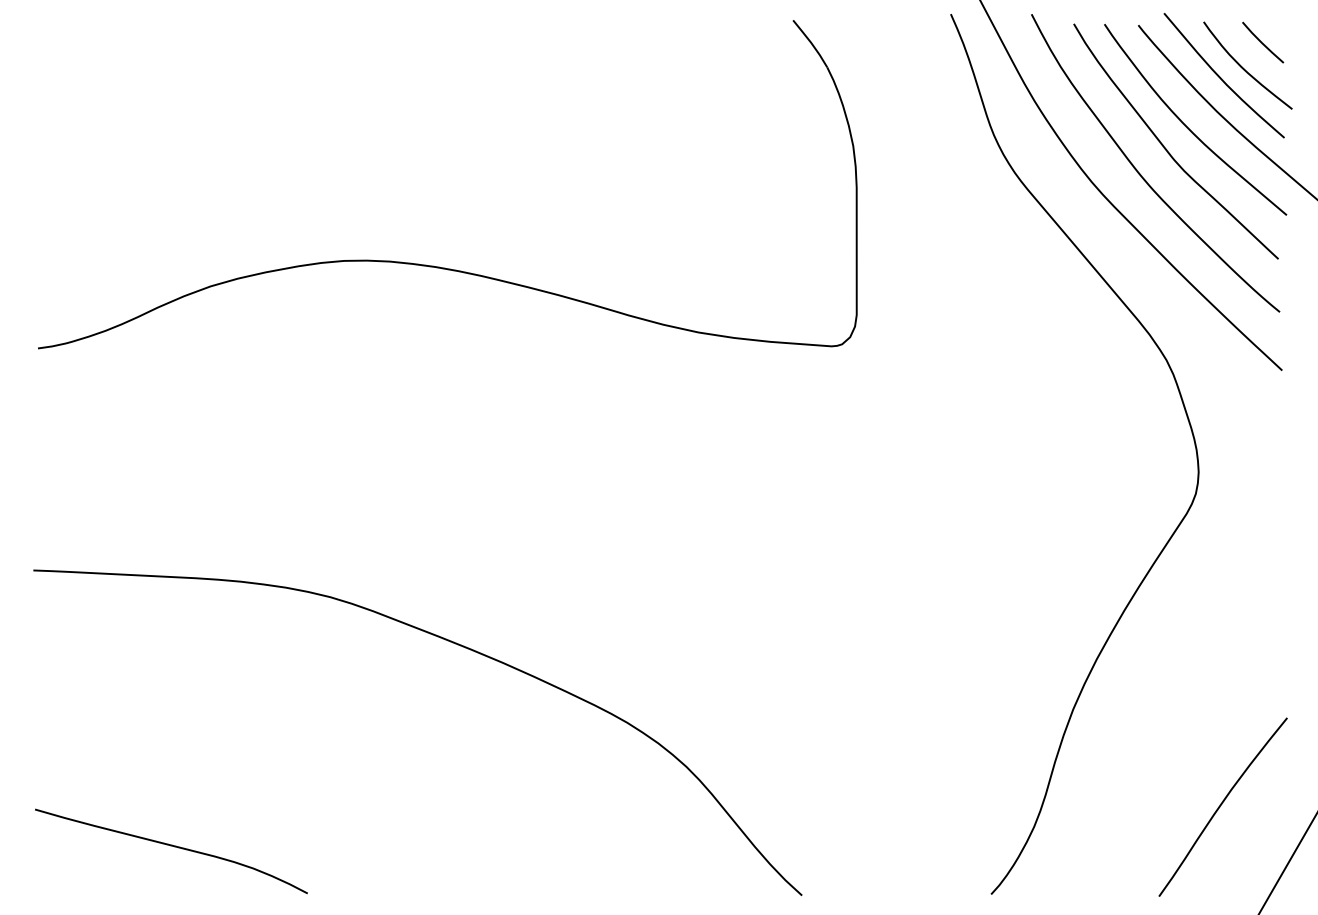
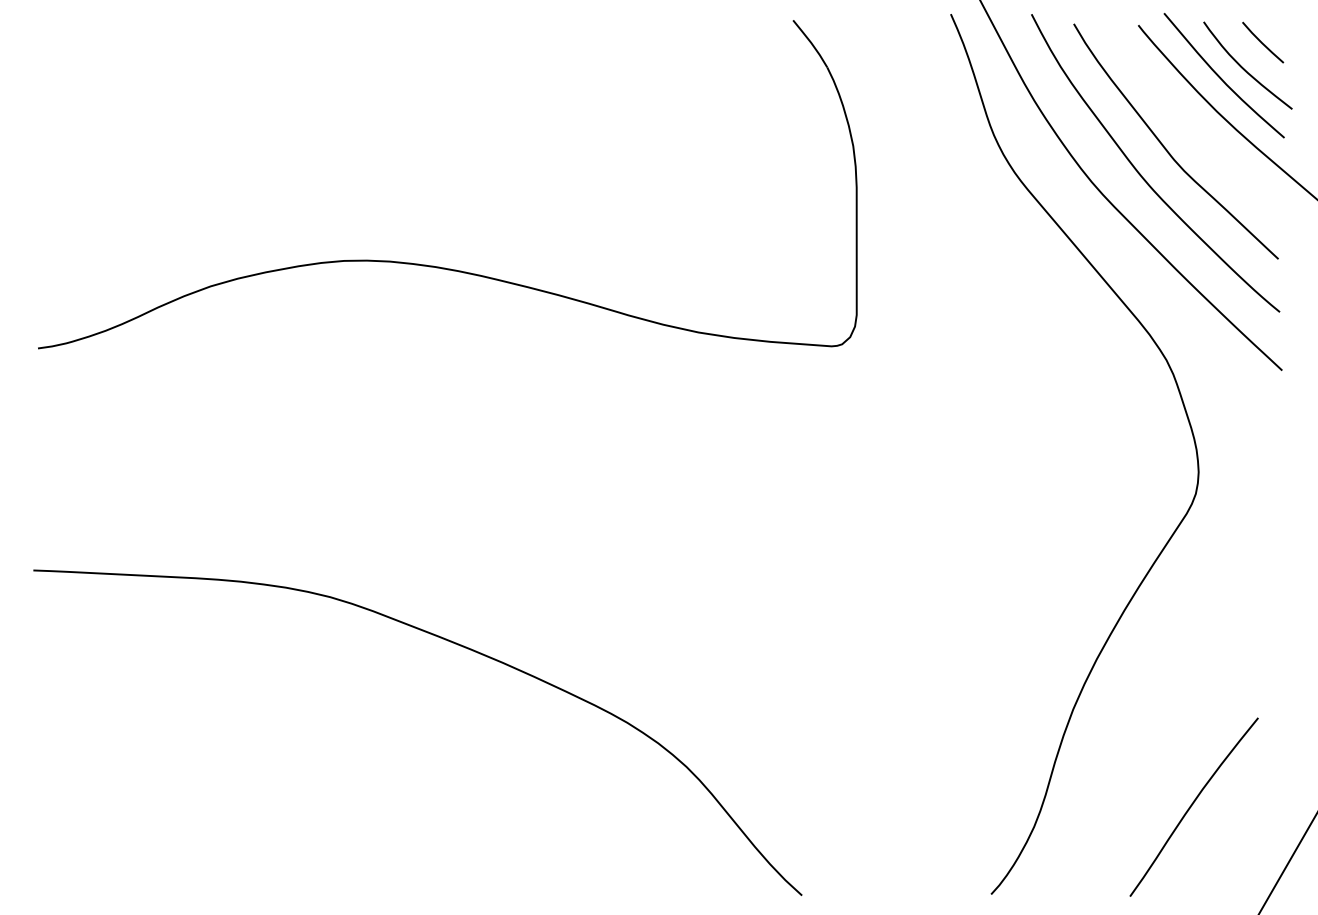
curve at (1187, 126): present -> none
curve at (1221, 805) position: (1221, 805) -> (1192, 805)
curve at (171, 846): present -> none
